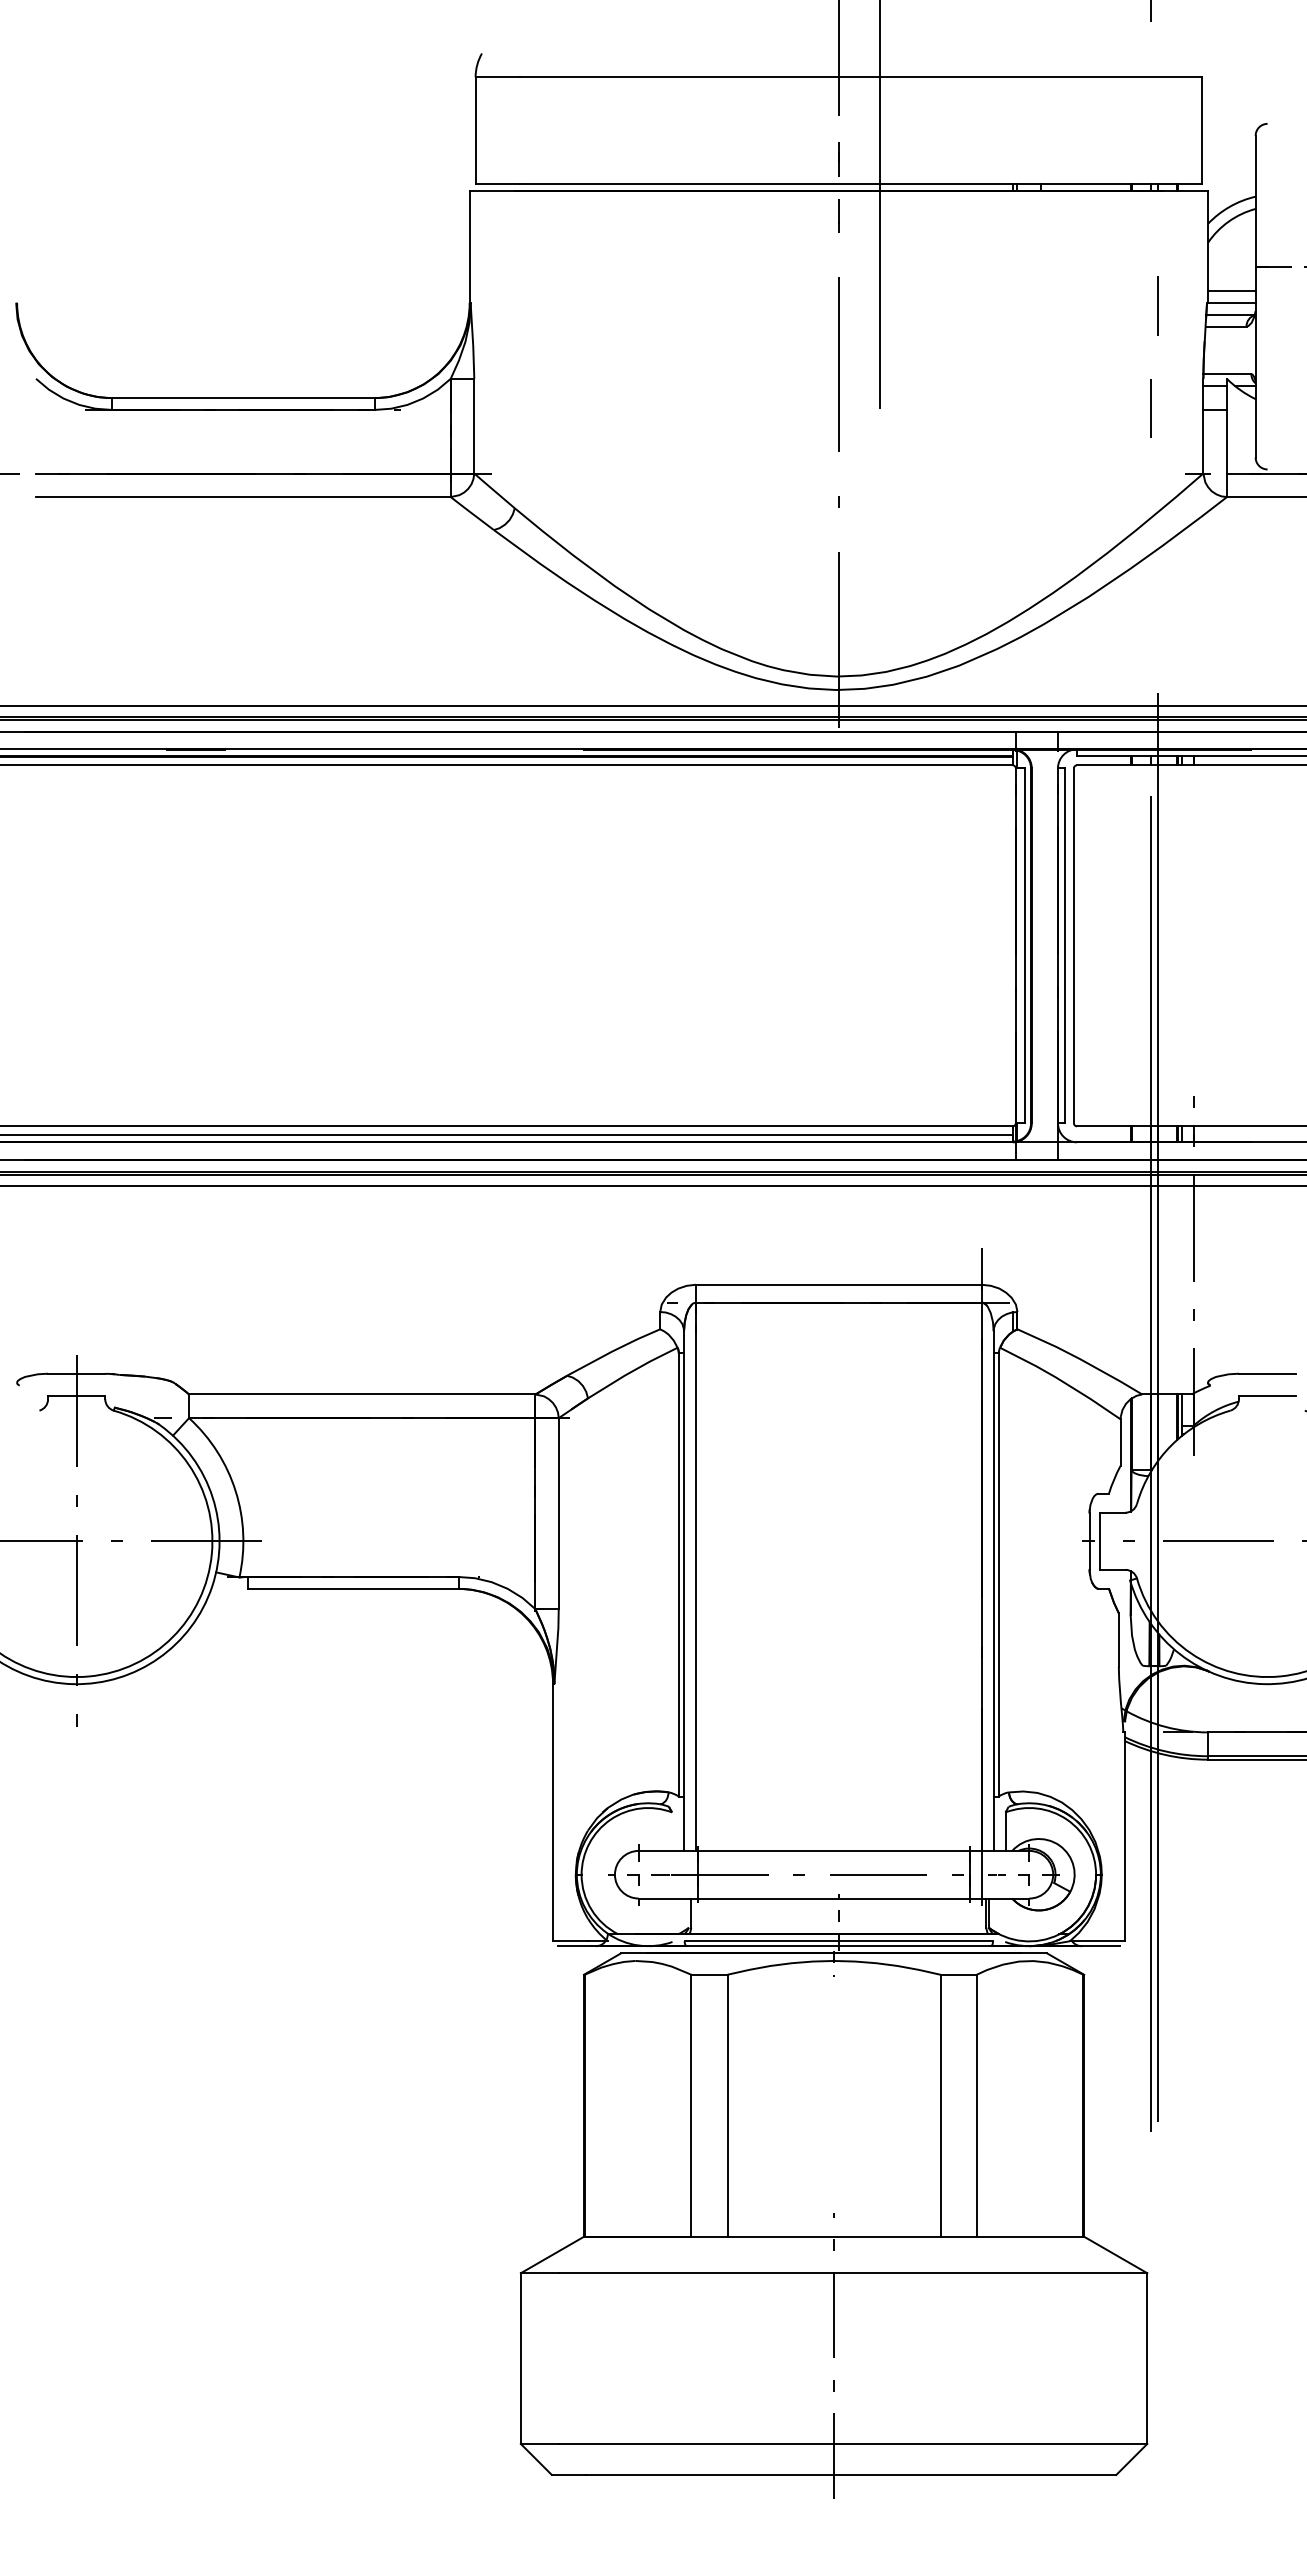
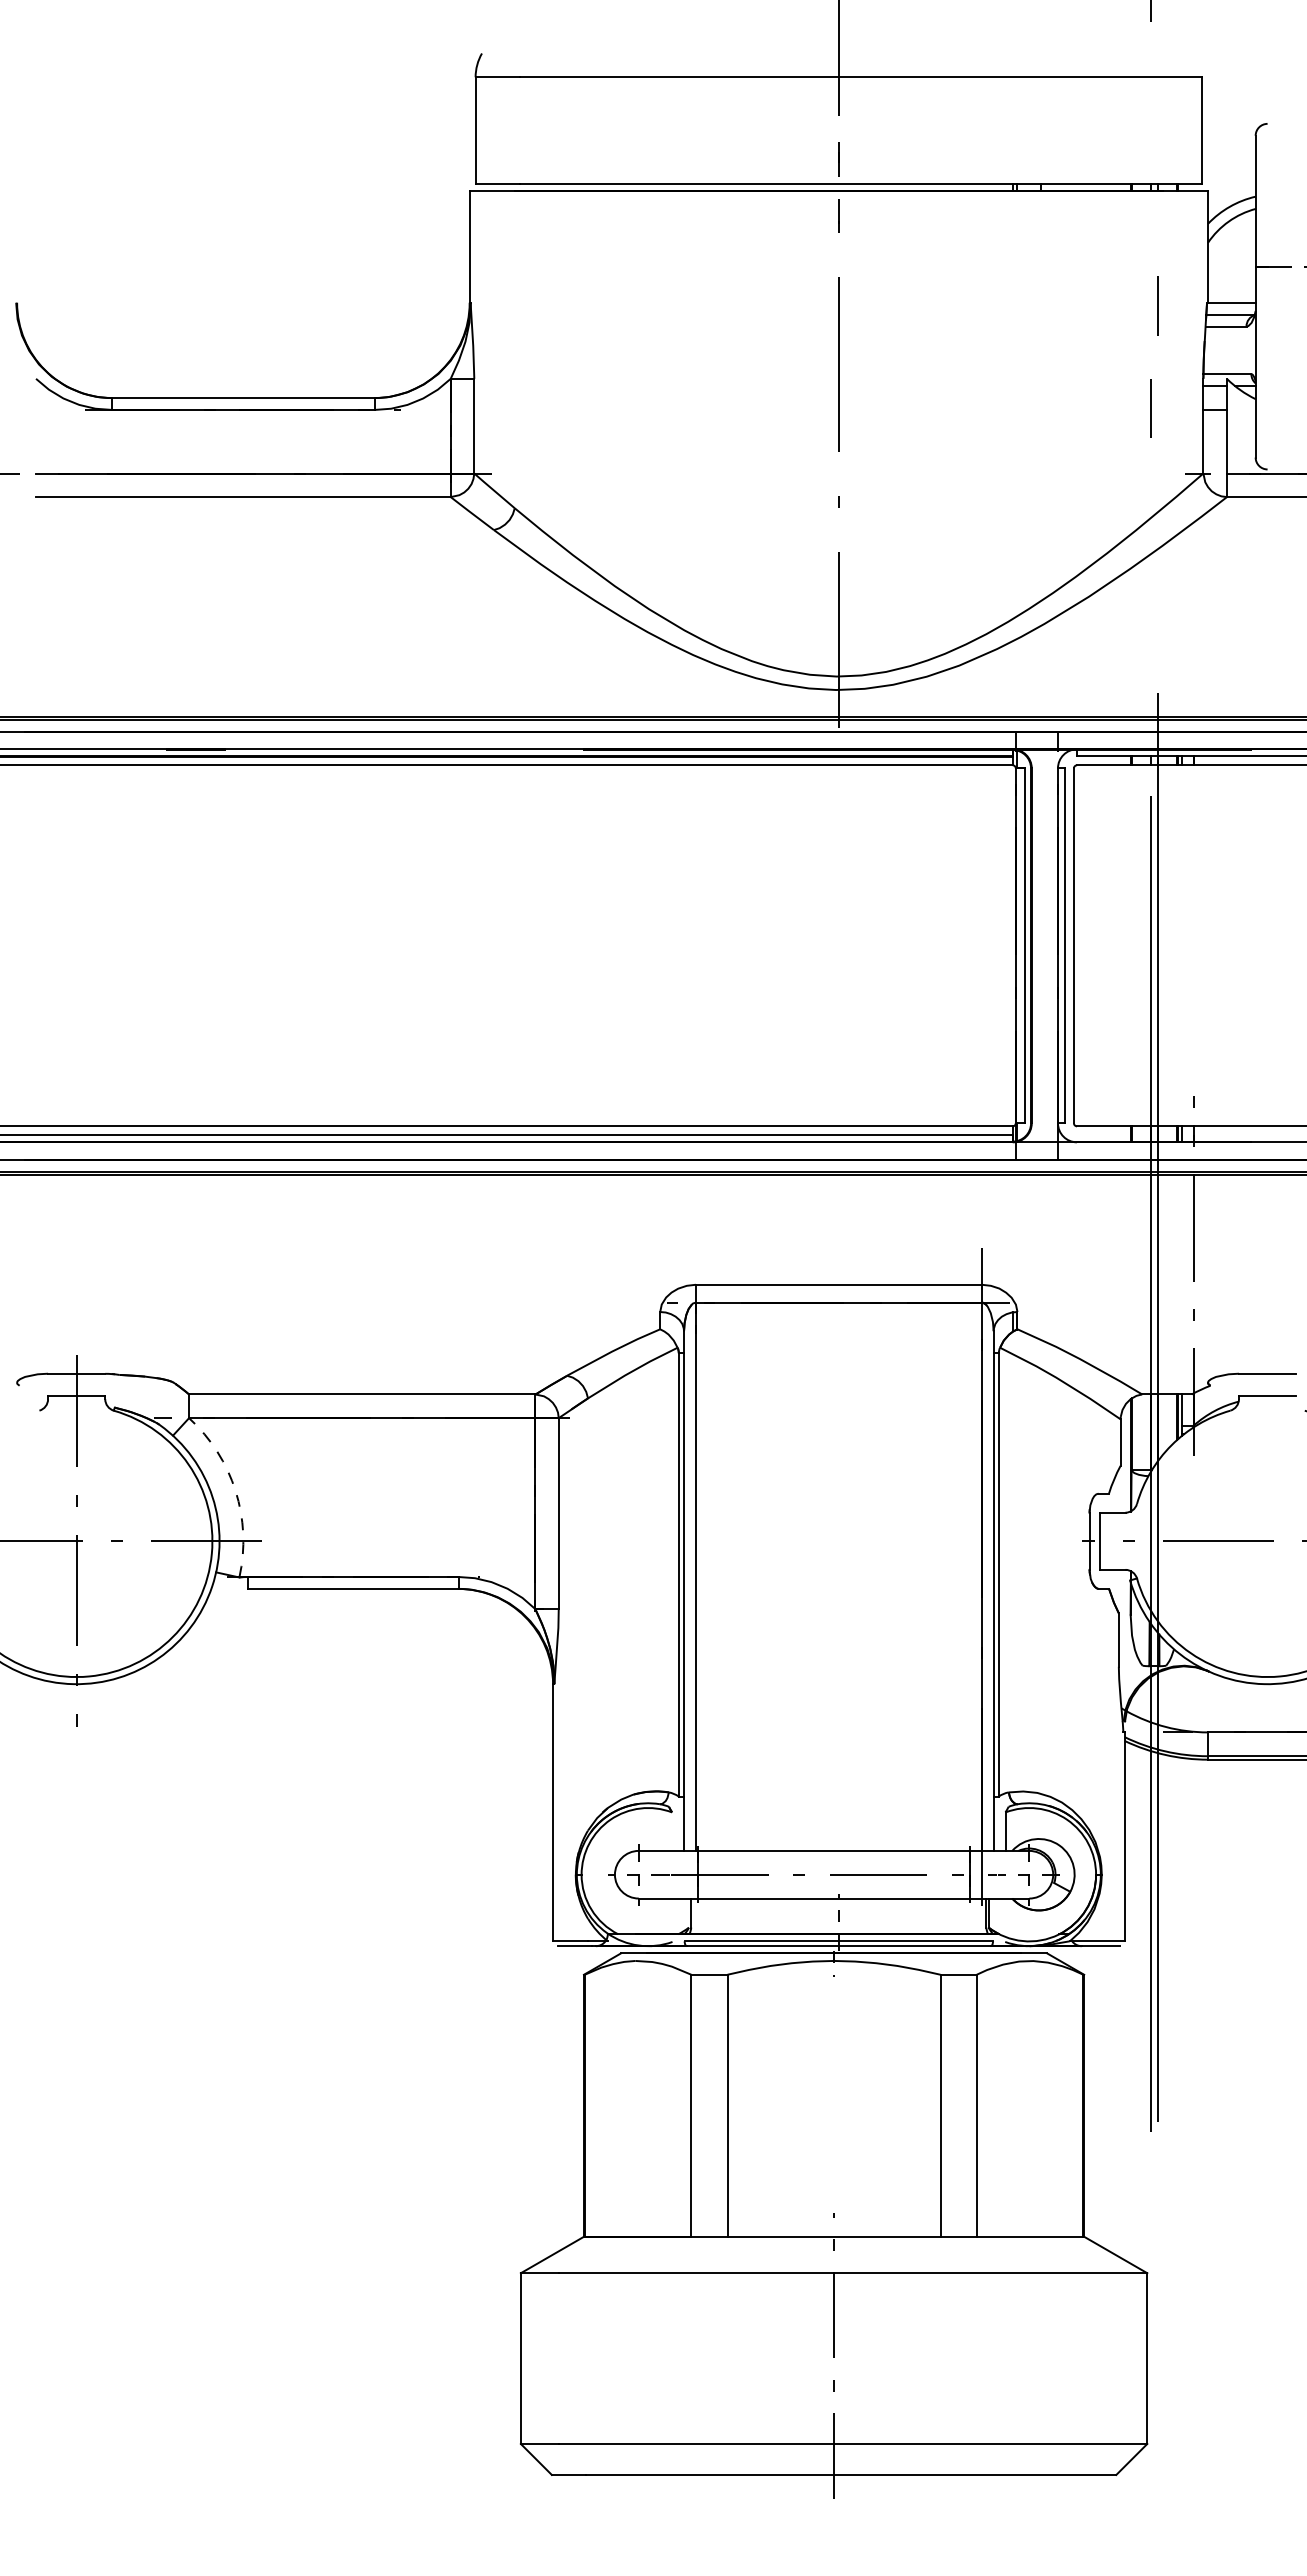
line at (879, 205): present -> none
line at (1231, 290): present -> none
line at (652, 705): present -> none
line at (652, 1185): present -> none
arc at (235, 1491): solid -> dashed
